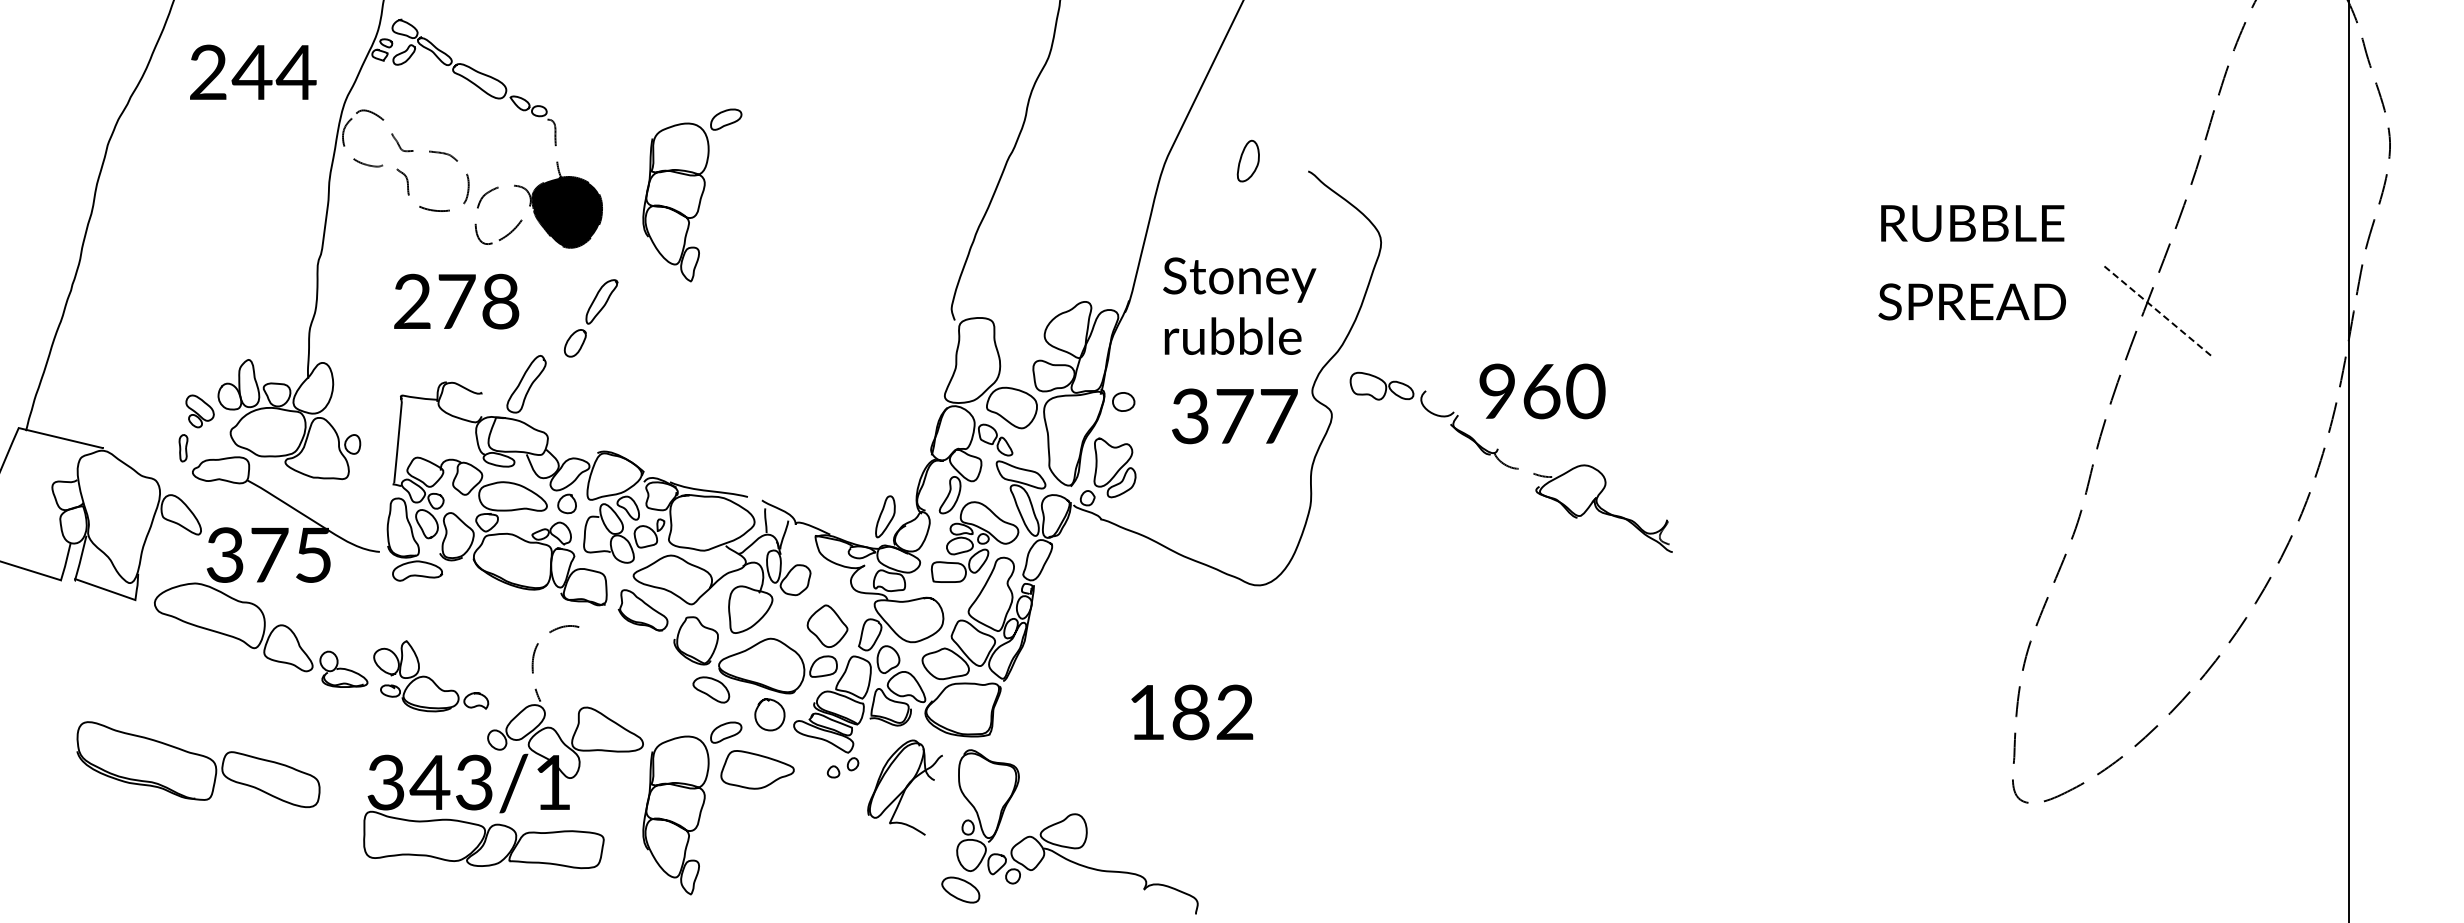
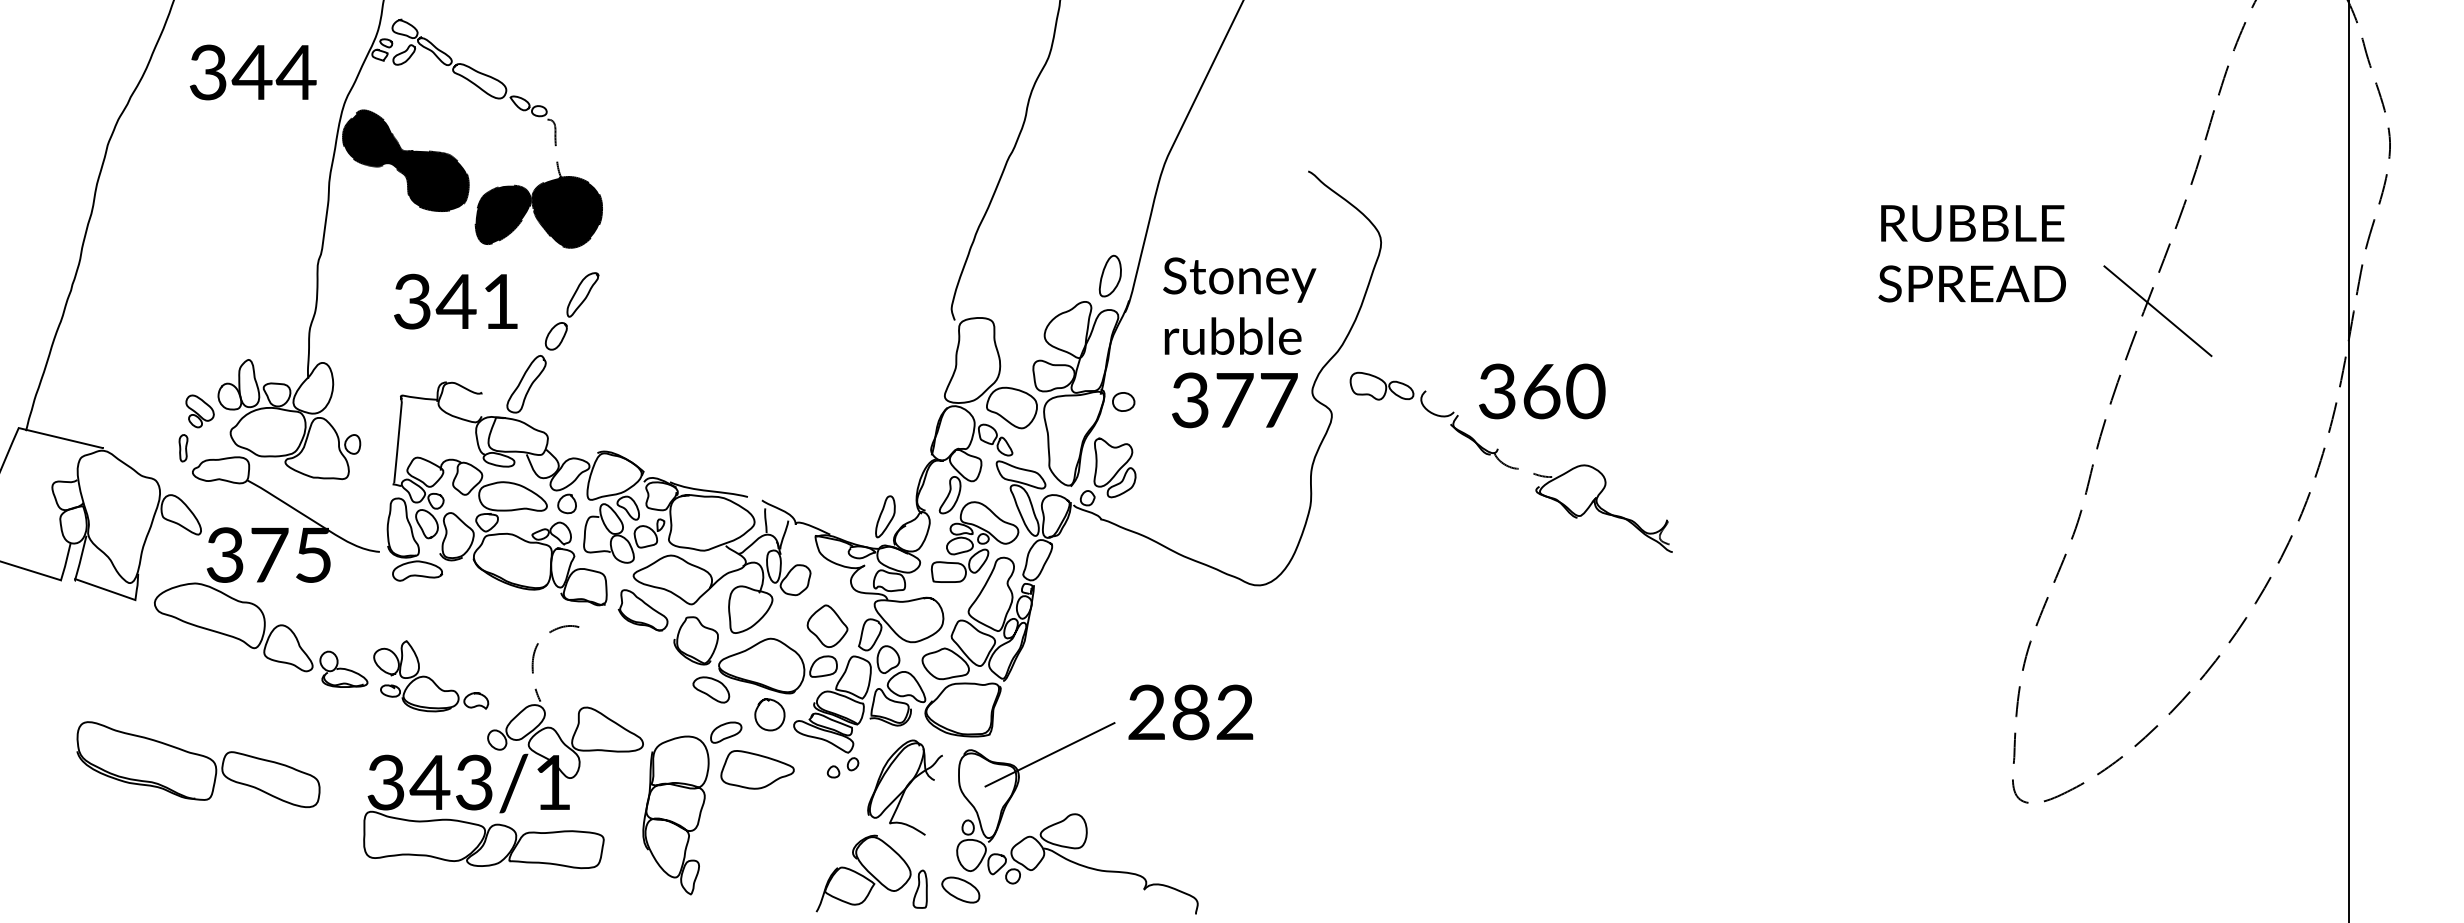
text at (207, 72): 244 -> 344
fill at (405, 160): none -> present
part at (1247, 160) position: (1247, 160) -> (1109, 275)
part at (692, 195): present -> none
fill at (502, 214): none -> present
text at (456, 301): 278 -> 341
text at (1971, 301) position: (1971, 301) -> (1971, 283)
line at (2157, 311): dashed -> solid
part at (590, 318) position: (590, 318) -> (571, 311)
text at (1497, 391): 960 -> 360
text at (1234, 416) position: (1234, 416) -> (1234, 400)
text at (1146, 711): 182 -> 282
line at (1049, 754): none -> present
part at (871, 873): none -> present
